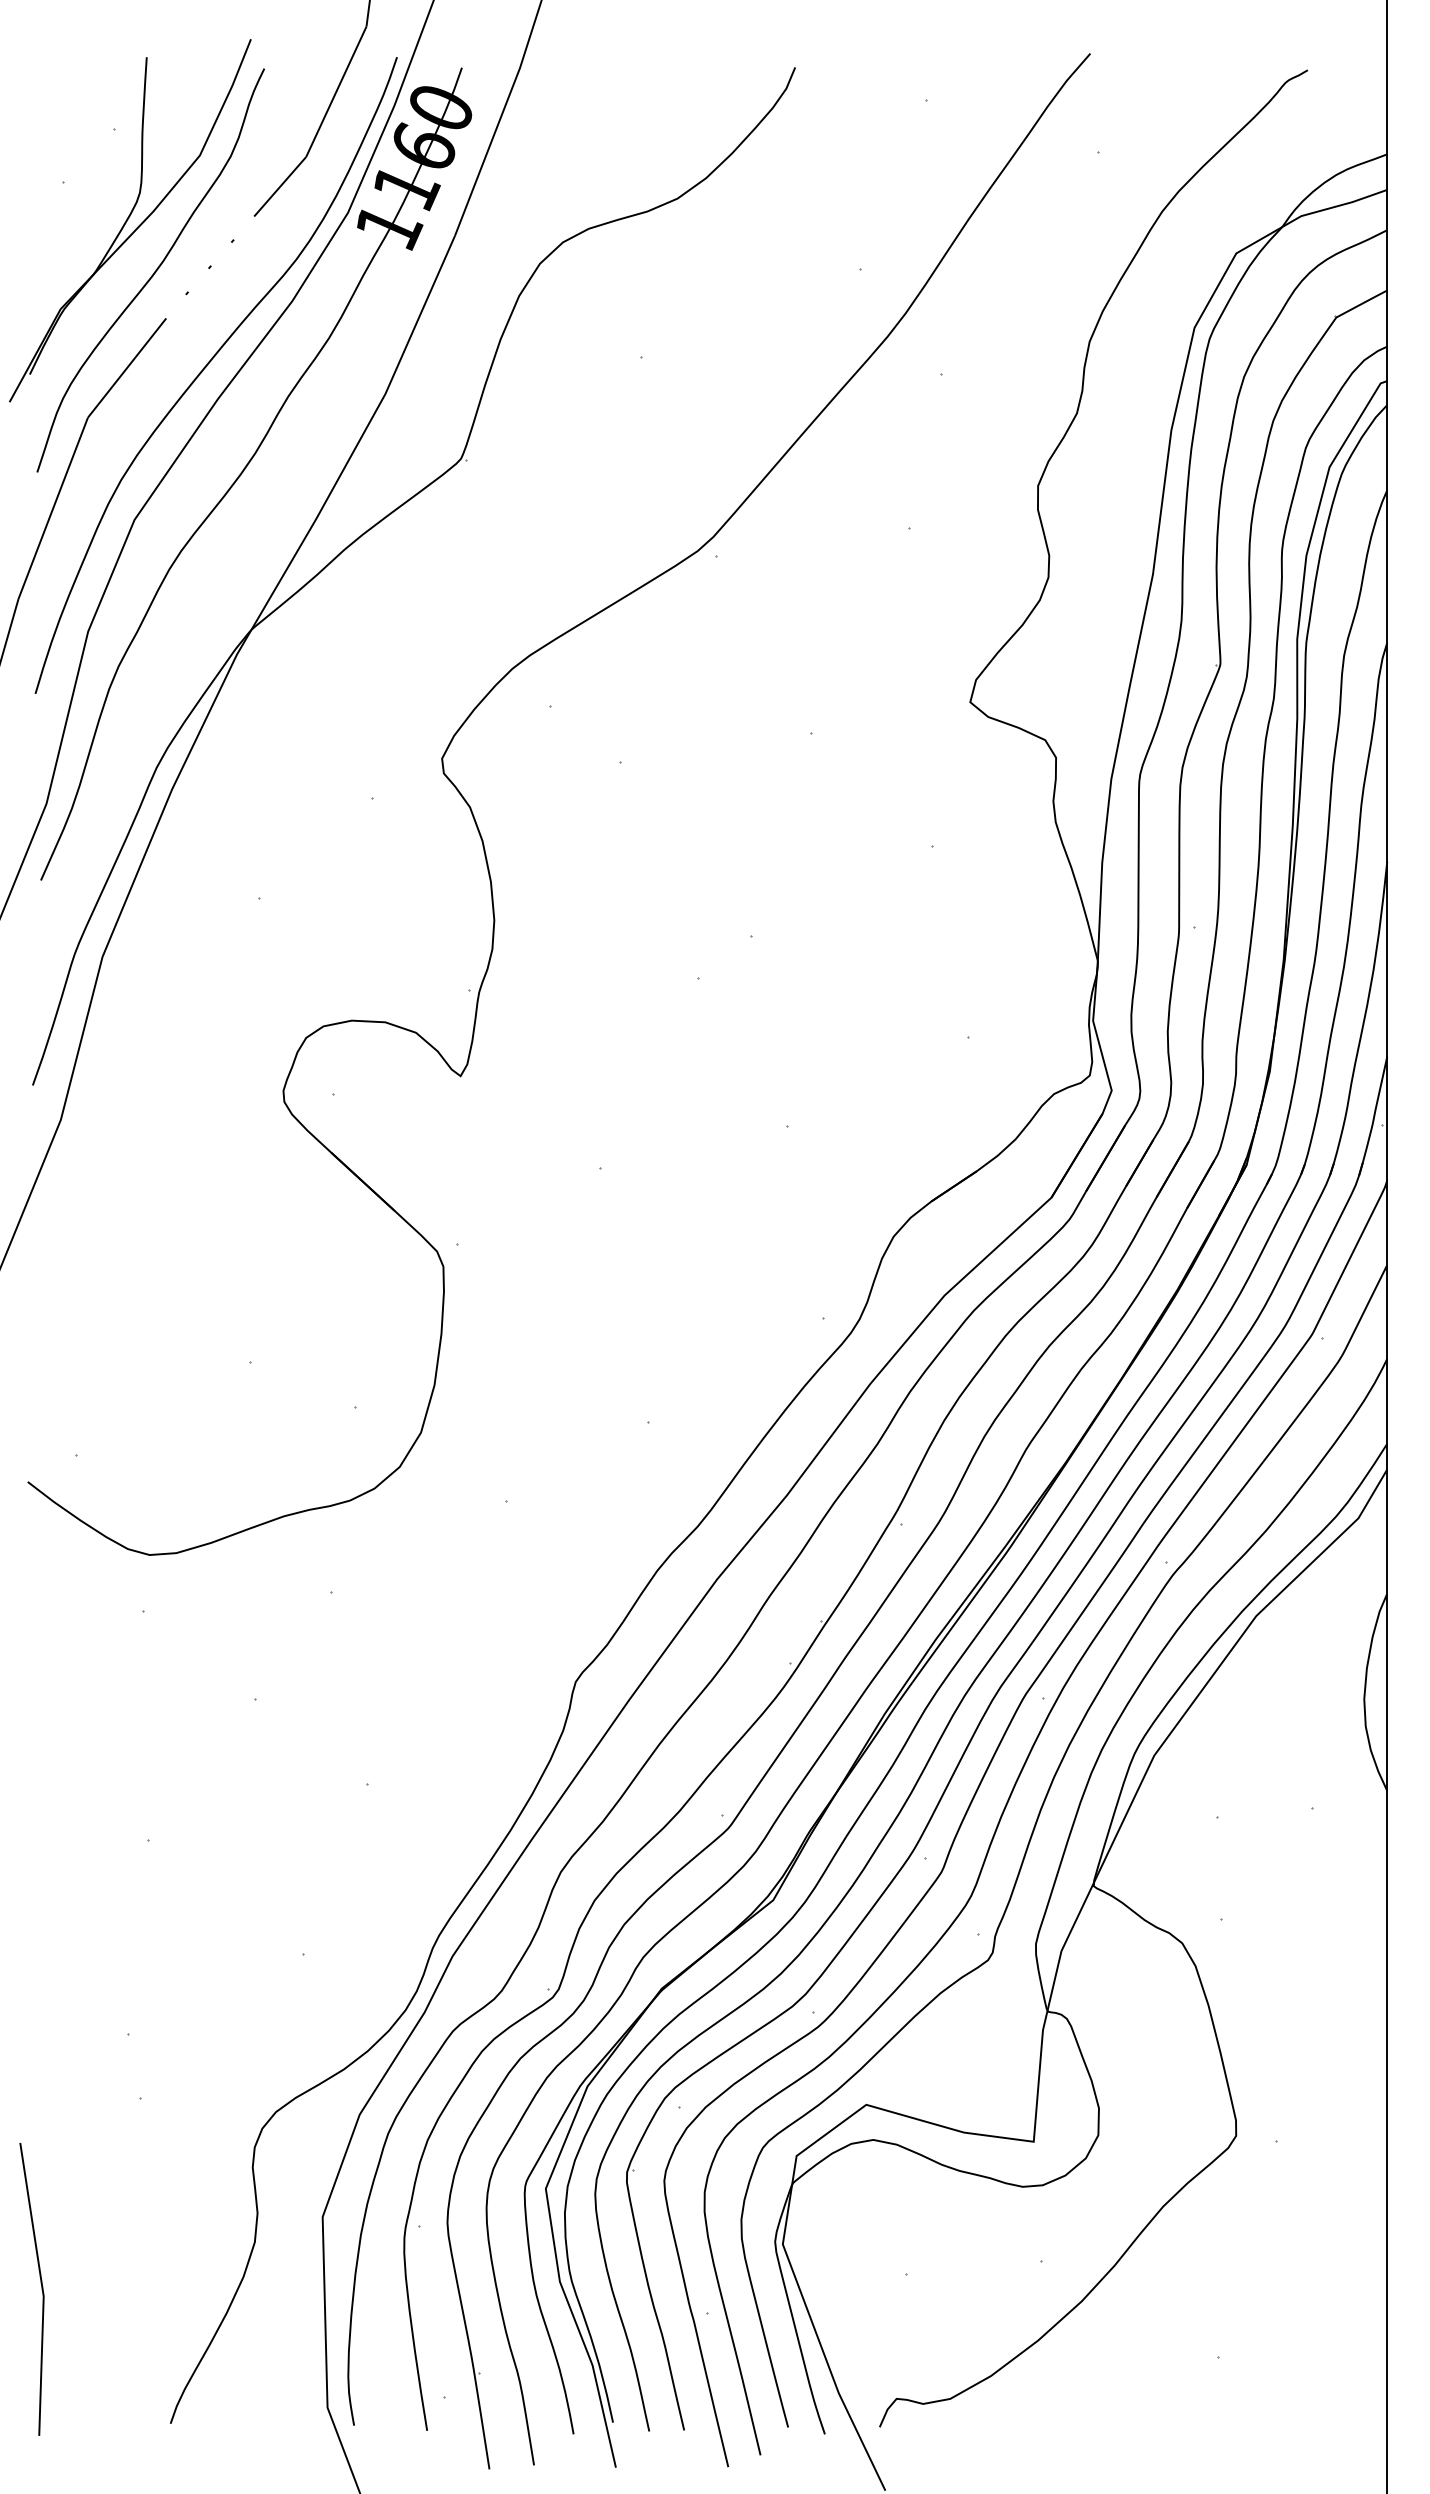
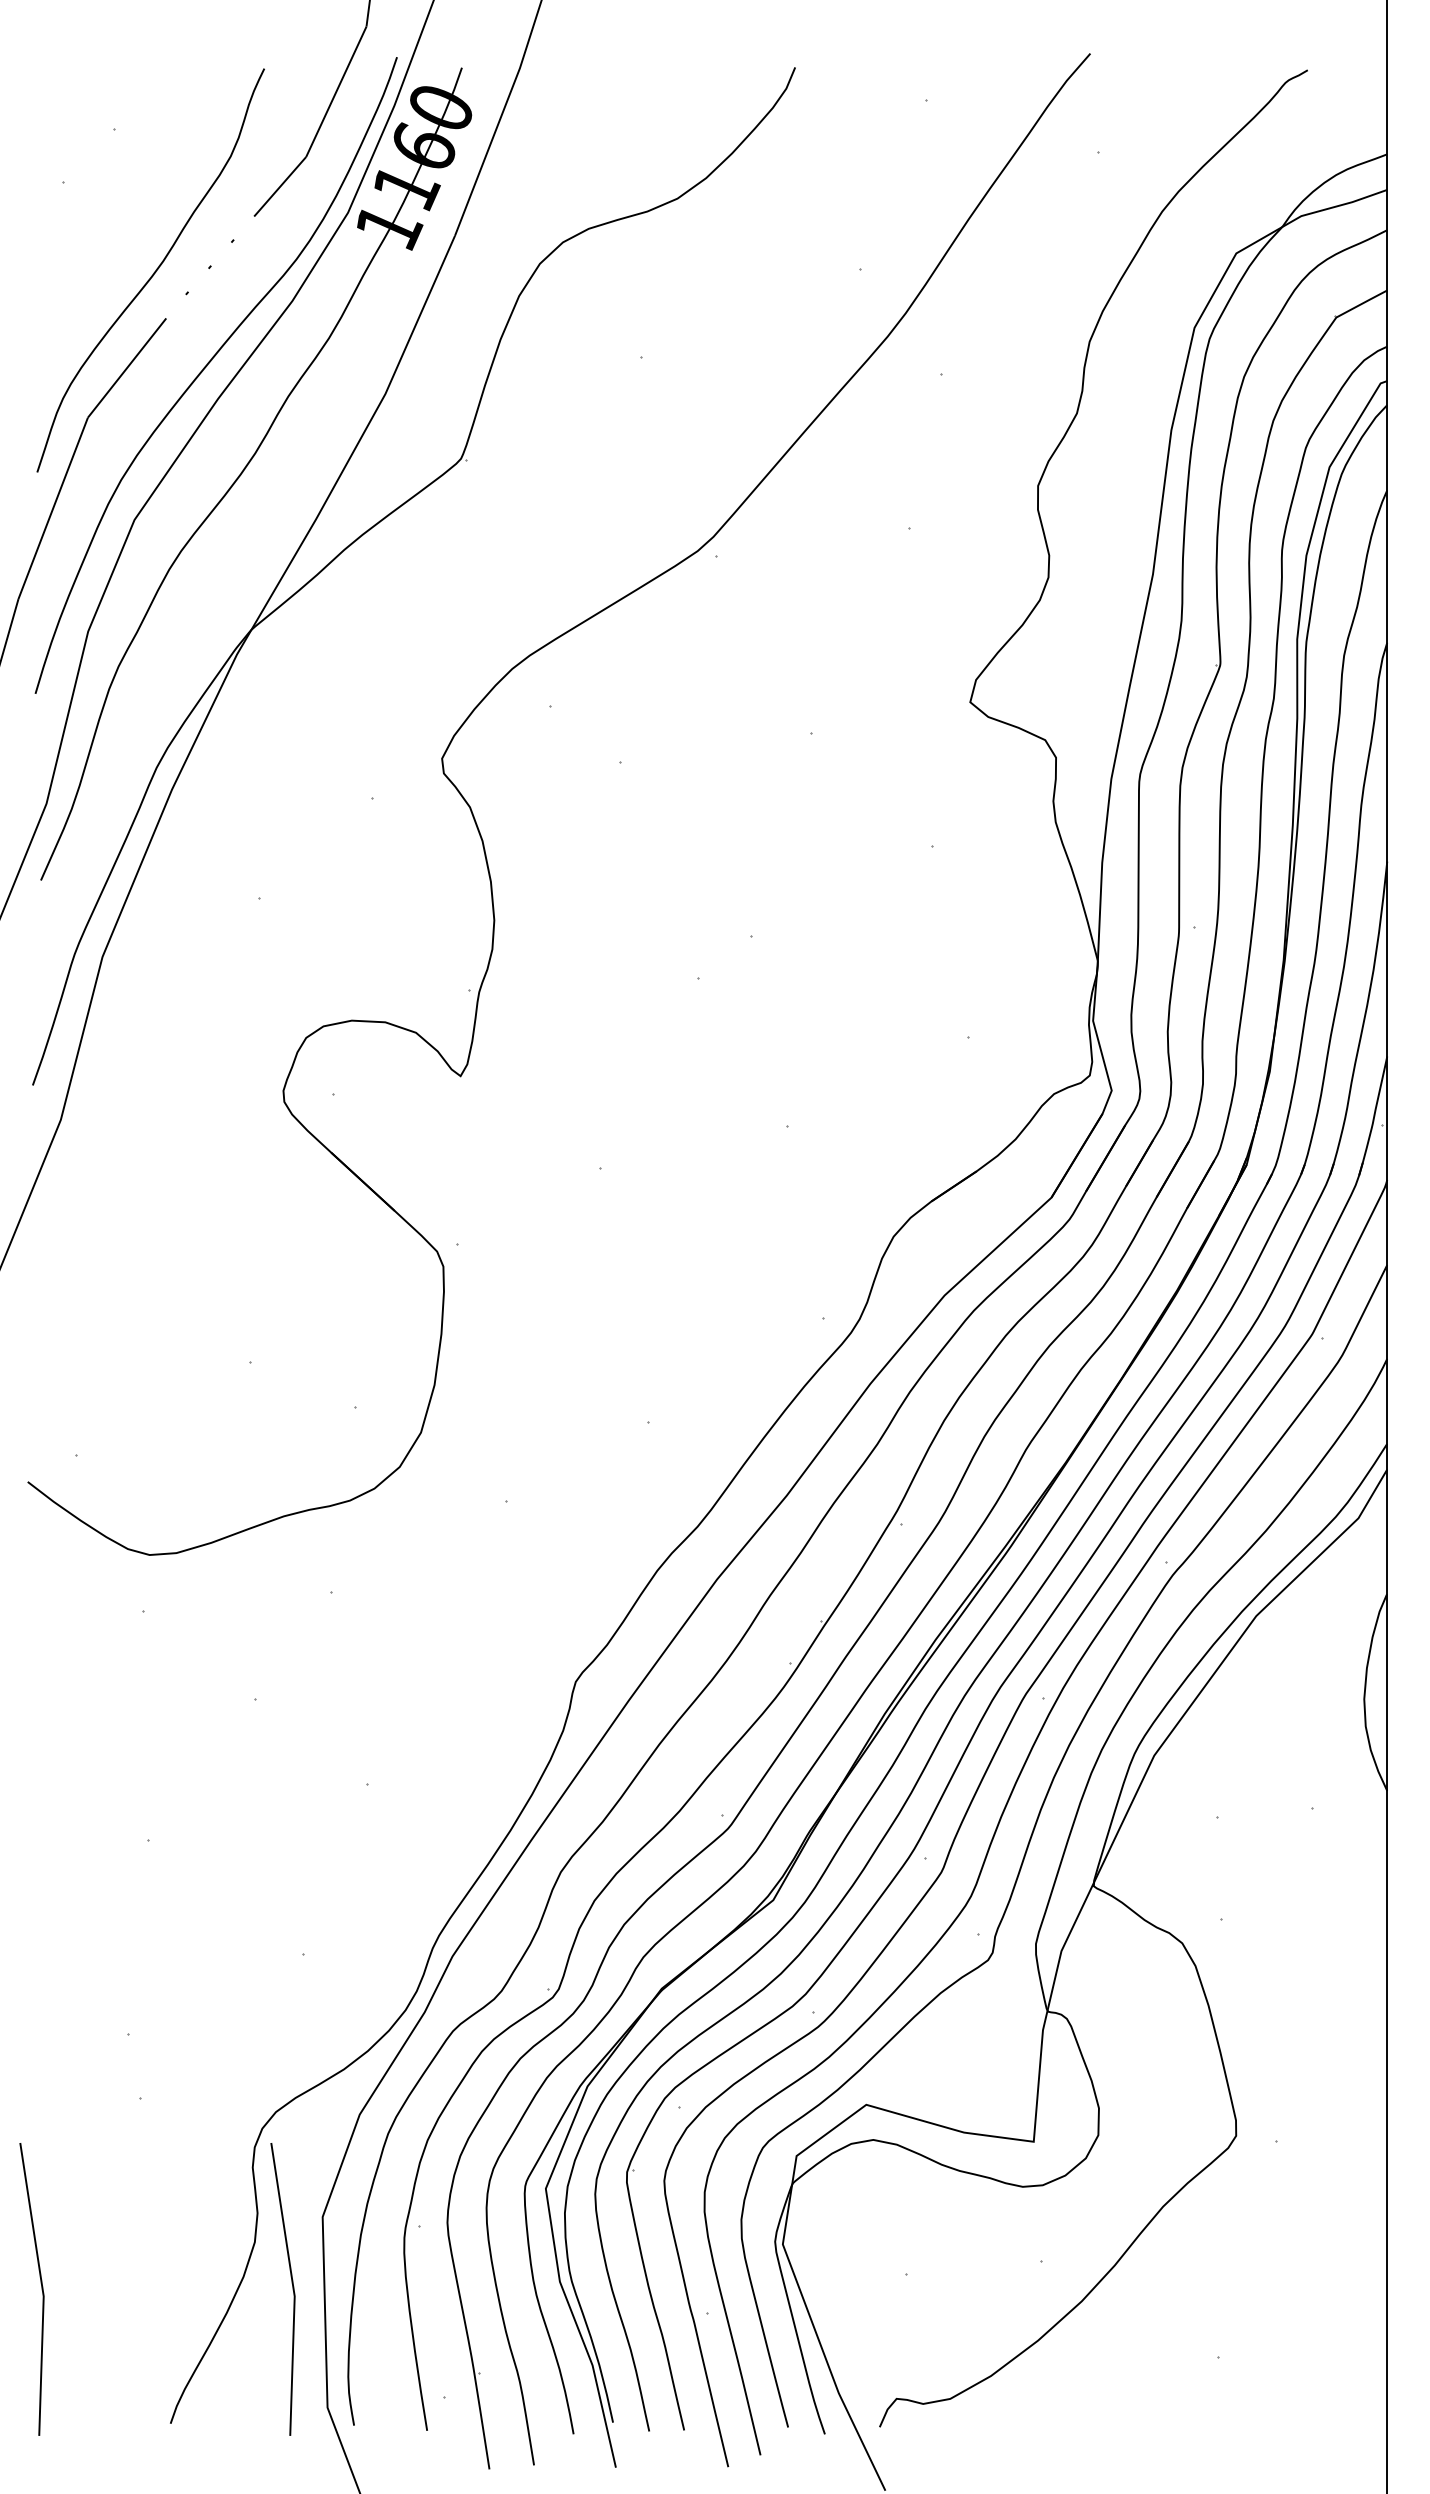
part at (130, 220): present -> none
line at (292, 2289): none -> present
